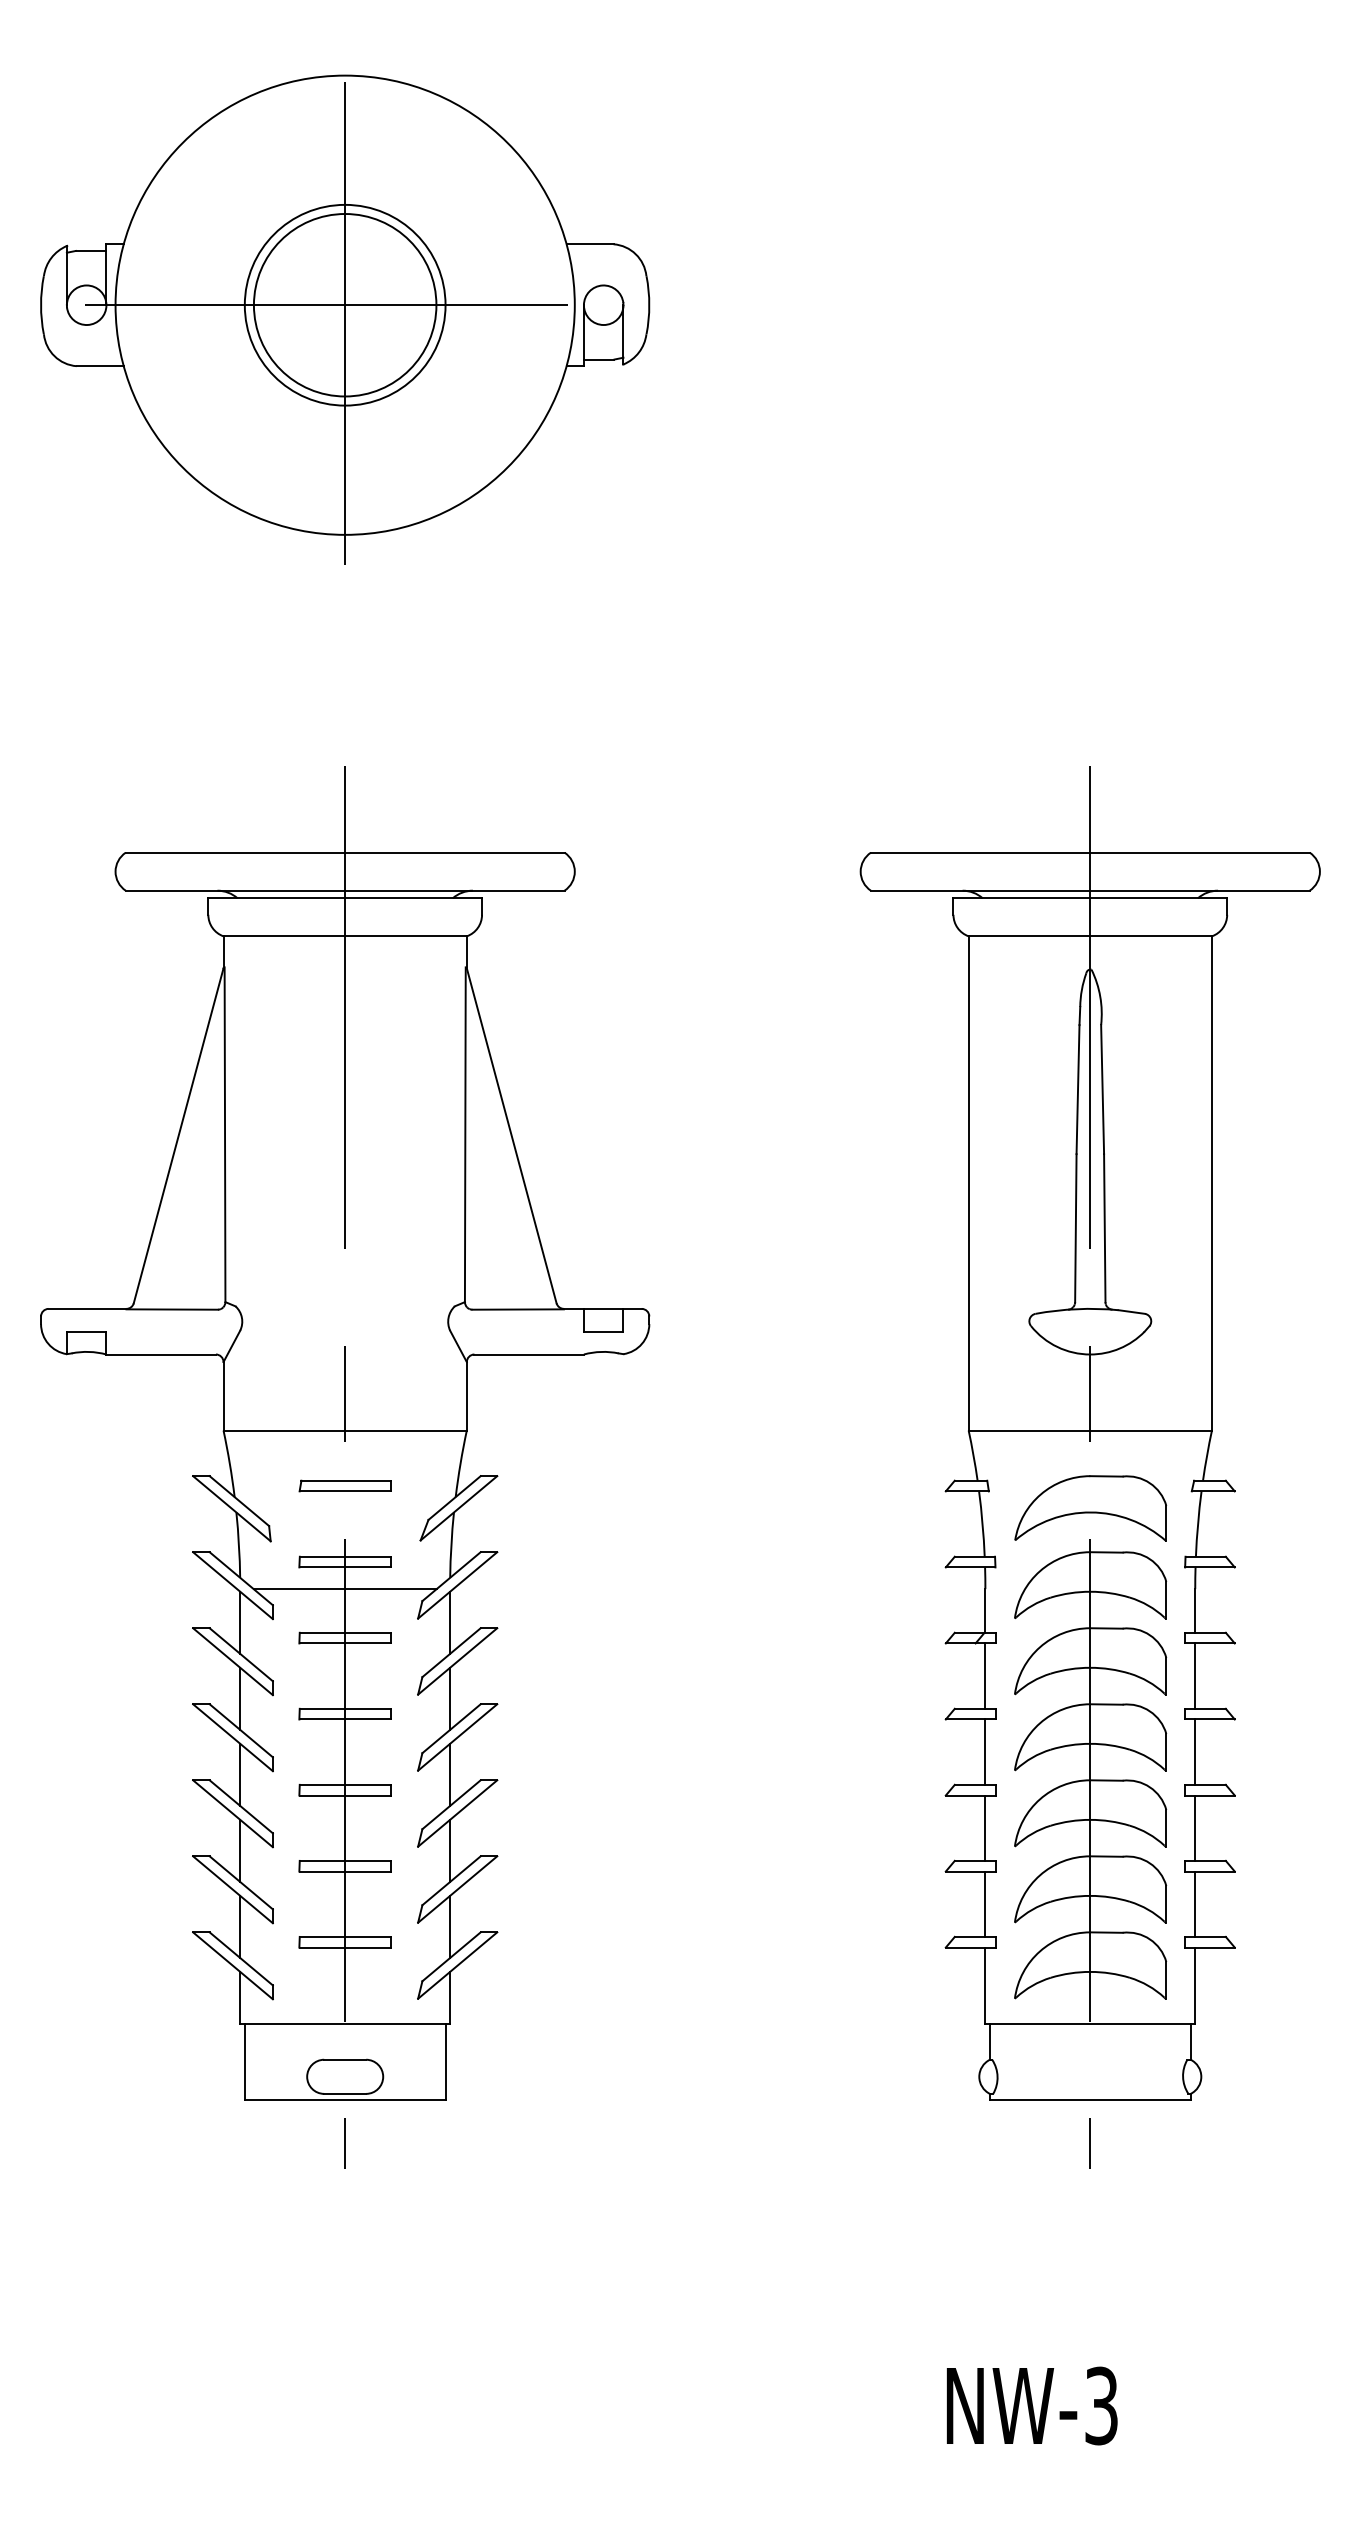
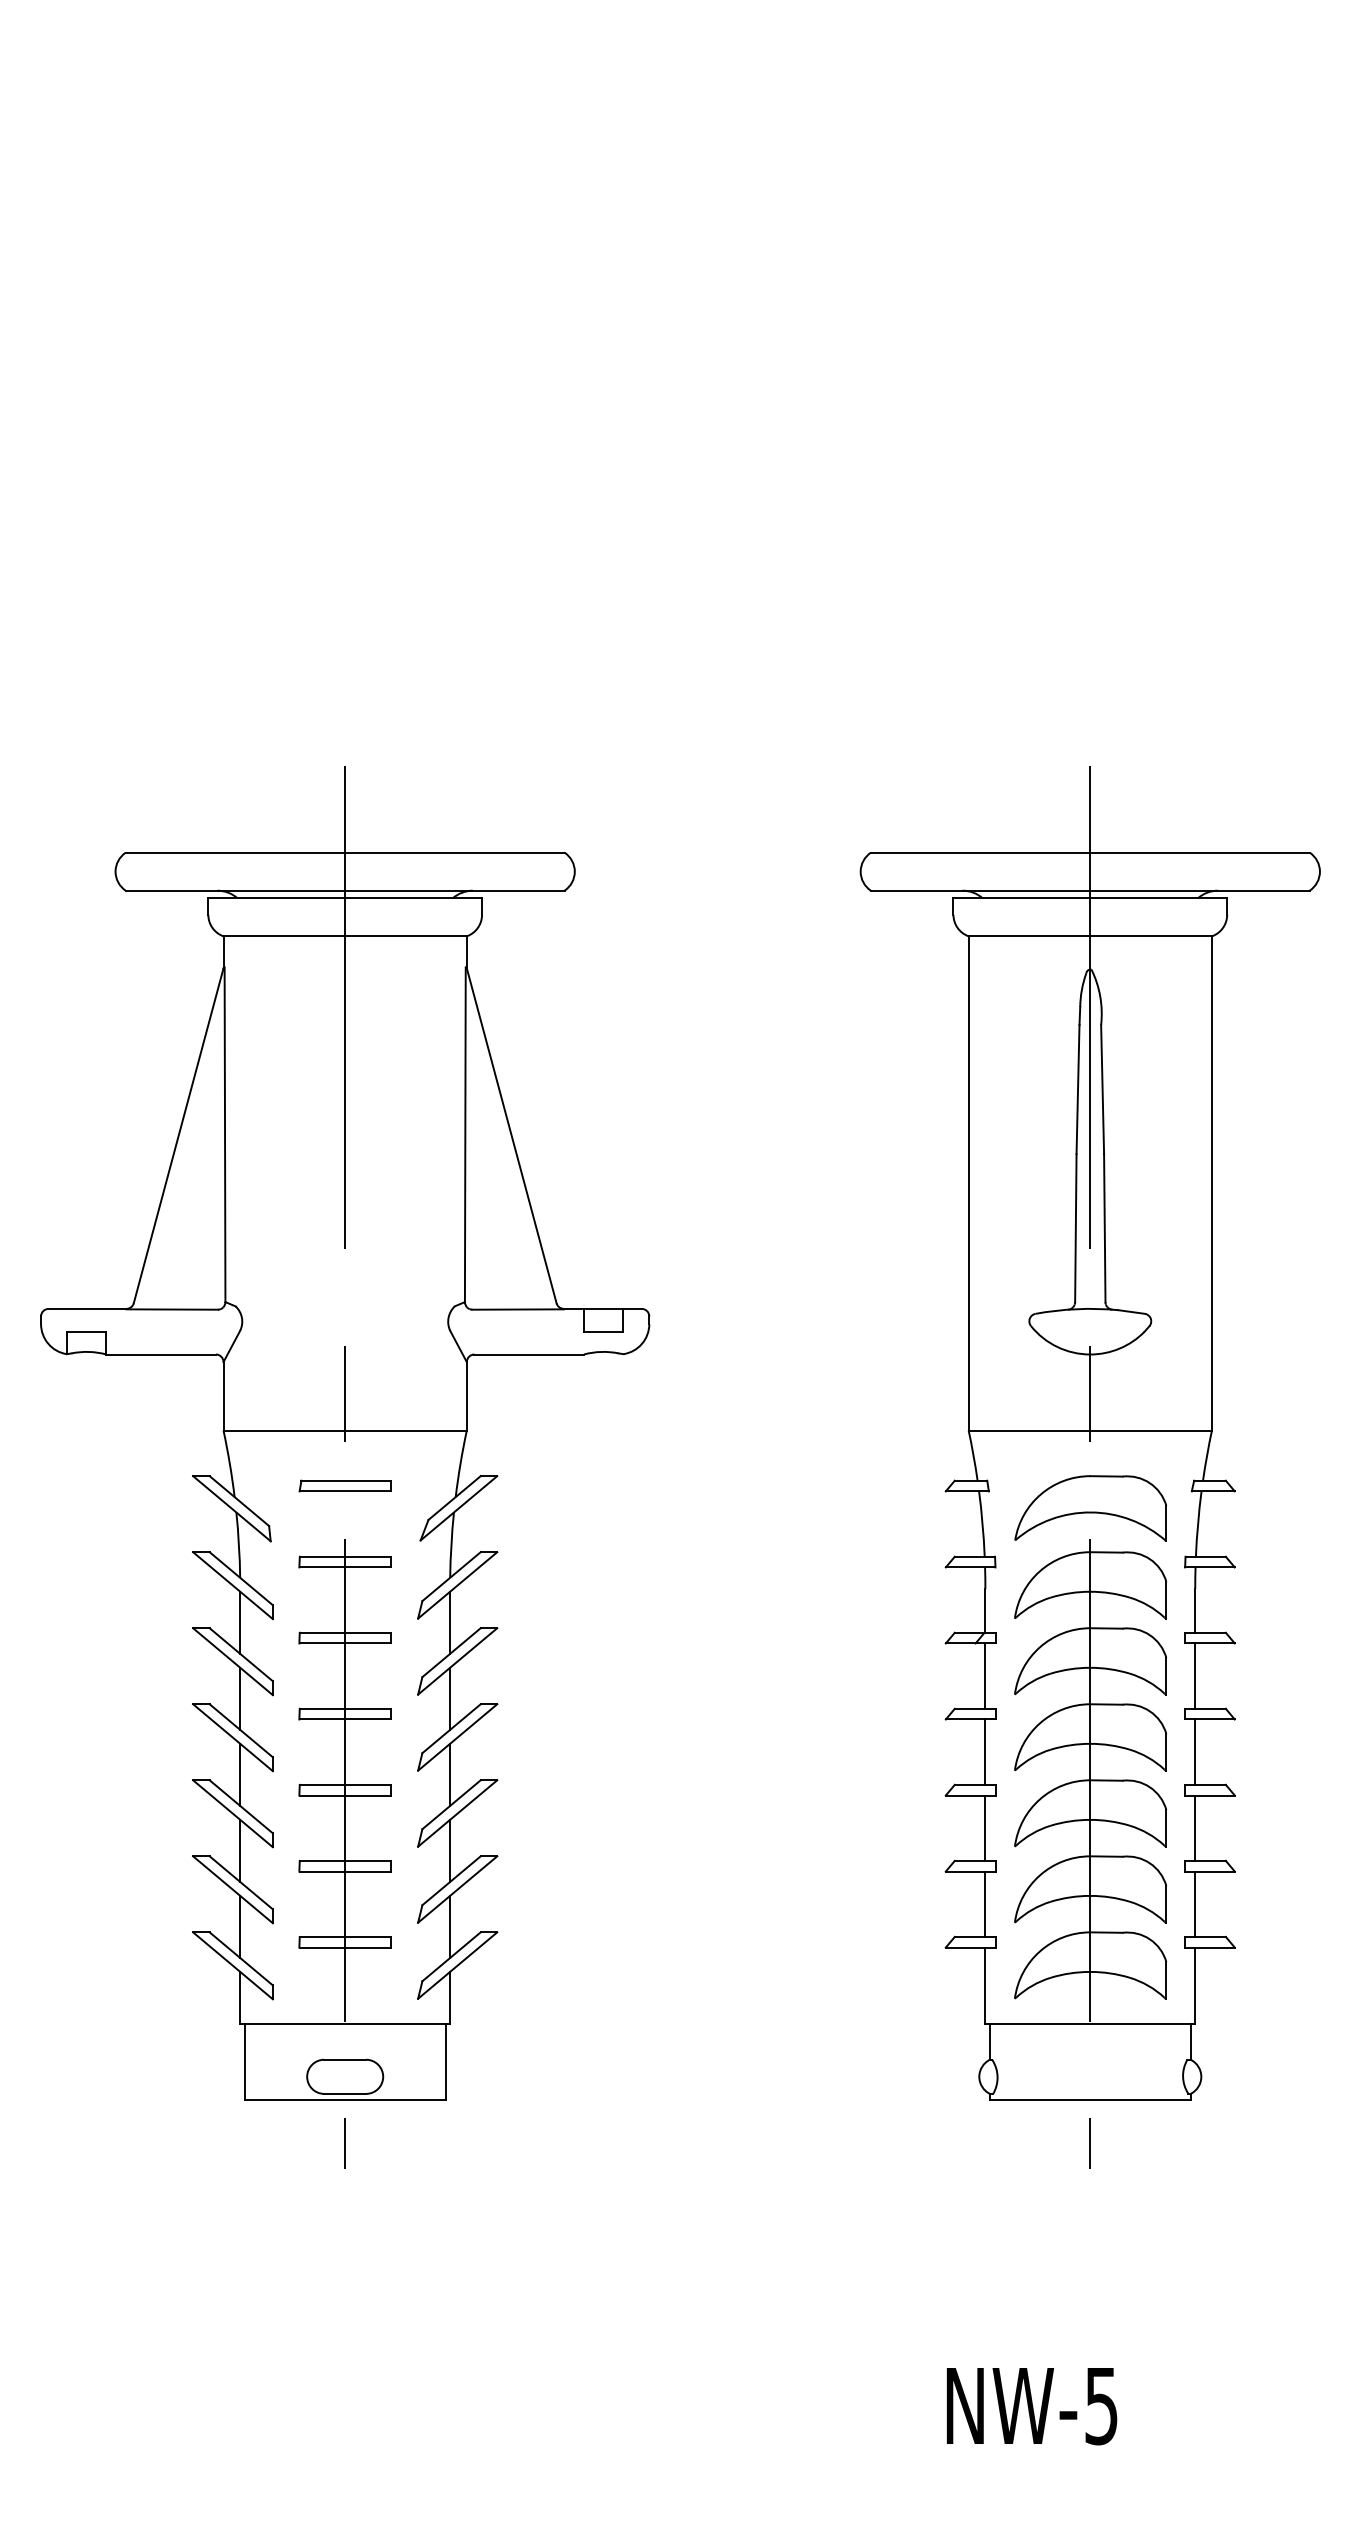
part at (345, 319): present -> none
line at (344, 1589): present -> none
text at (1101, 2405): NW-3 -> NW-5
